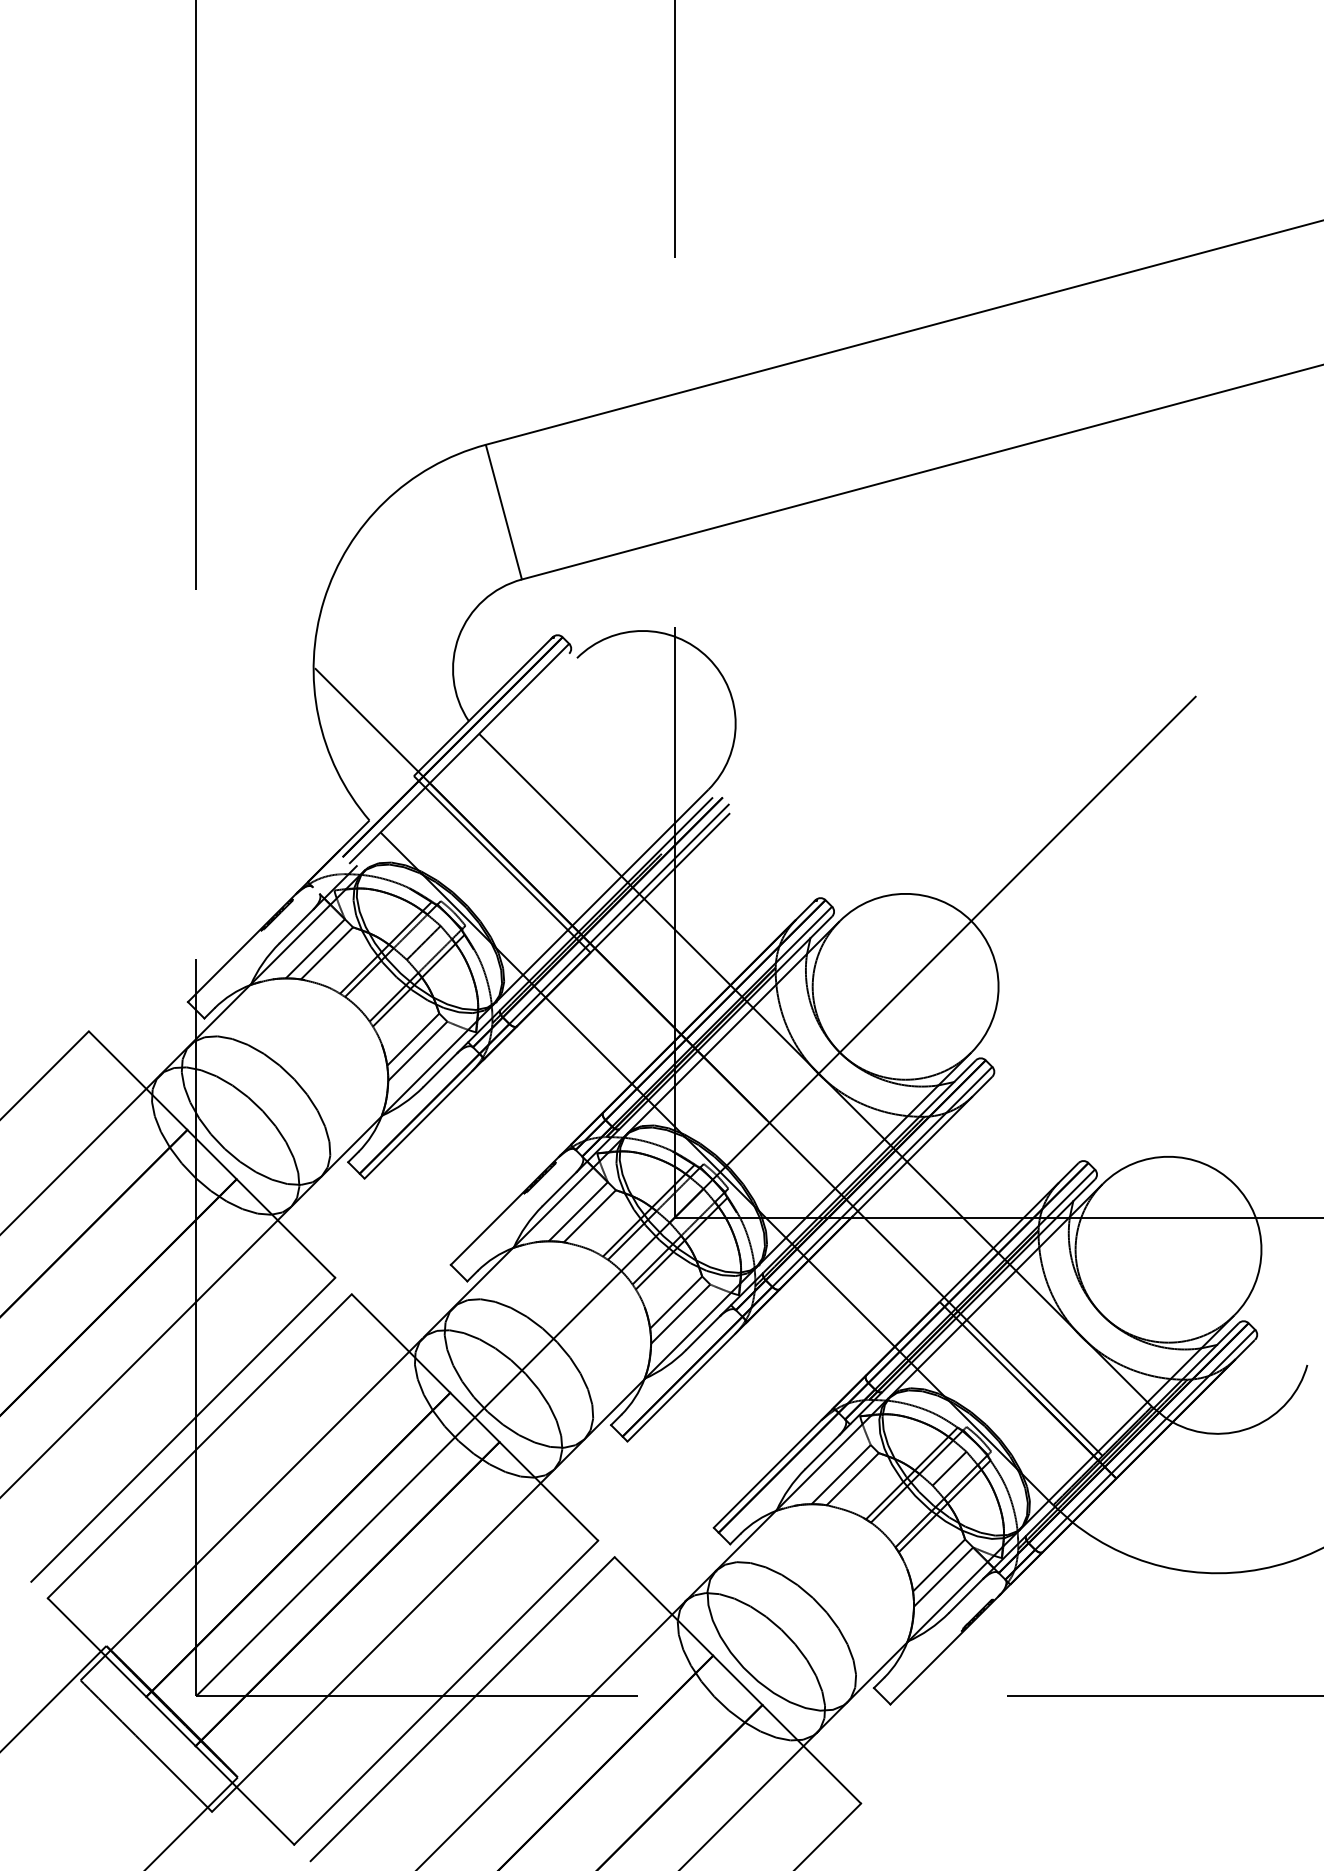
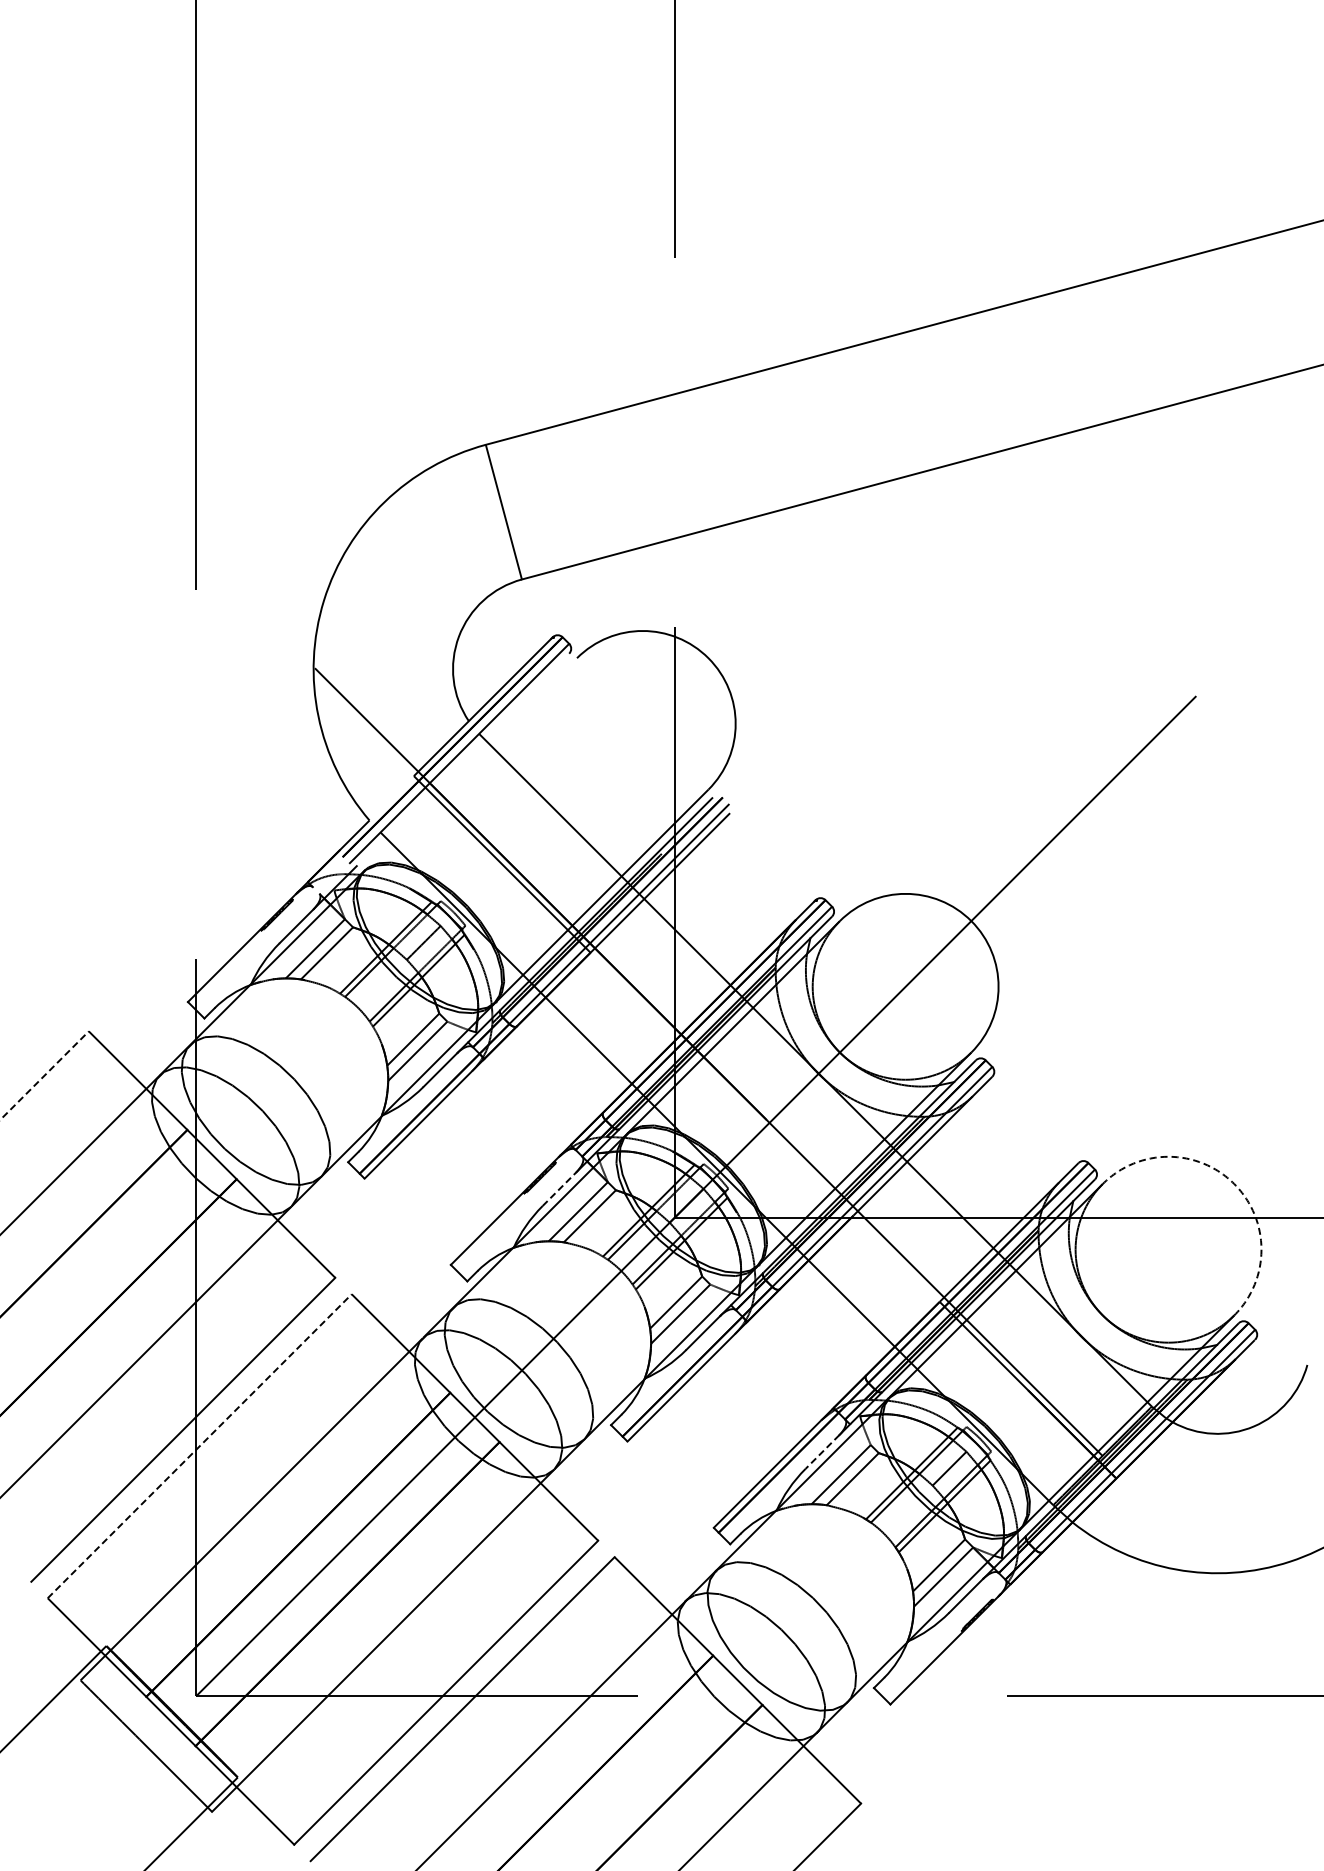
line at (45, 1075): solid -> dashed
arc at (1234, 1184): solid -> dashed
line at (559, 1189): solid -> dashed
line at (199, 1446): solid -> dashed
line at (822, 1451): solid -> dashed
